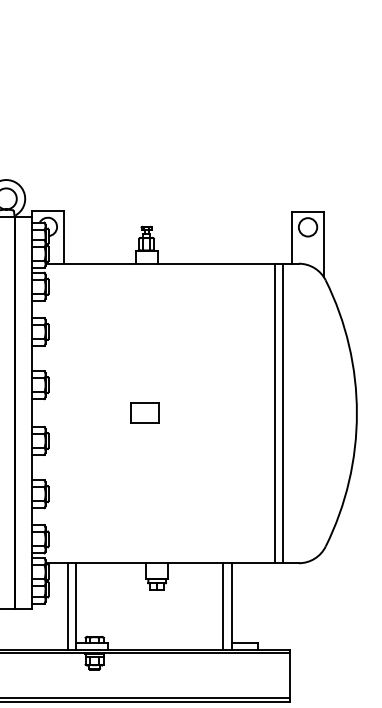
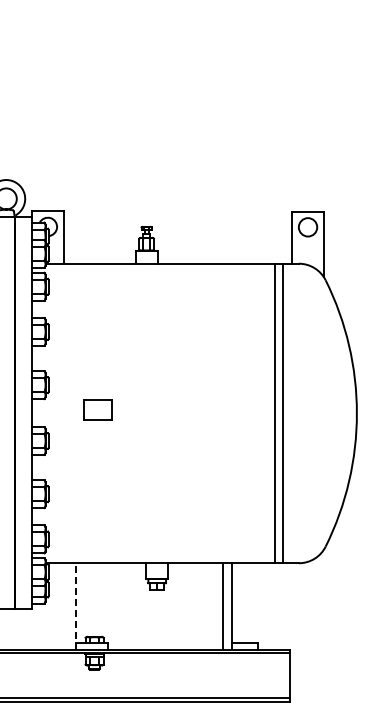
part at (144, 412) position: (144, 412) -> (97, 409)
line at (76, 605): solid -> dashed
line at (67, 606): present -> none
